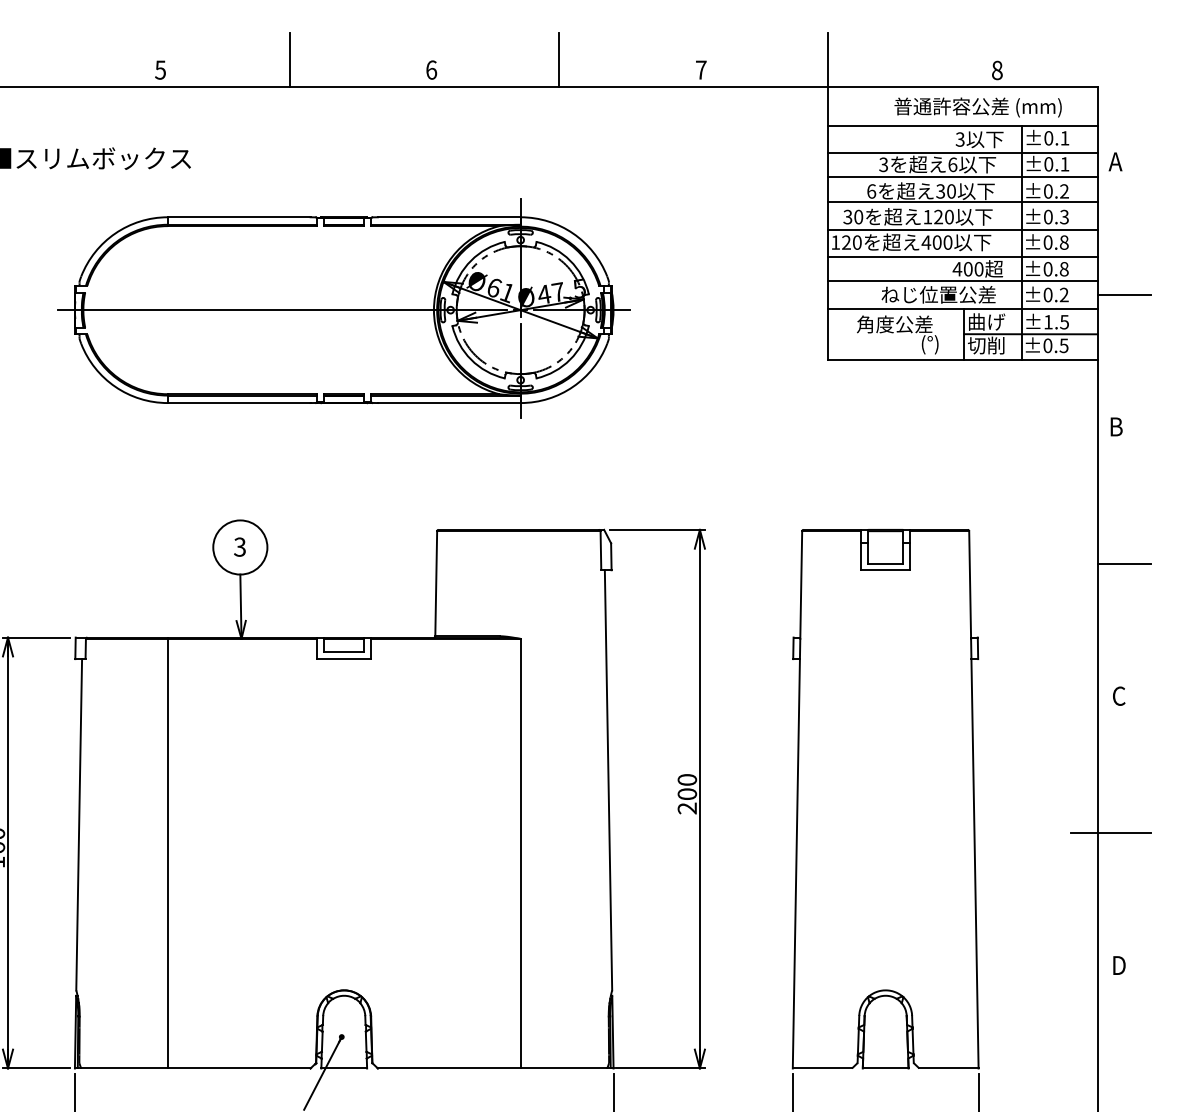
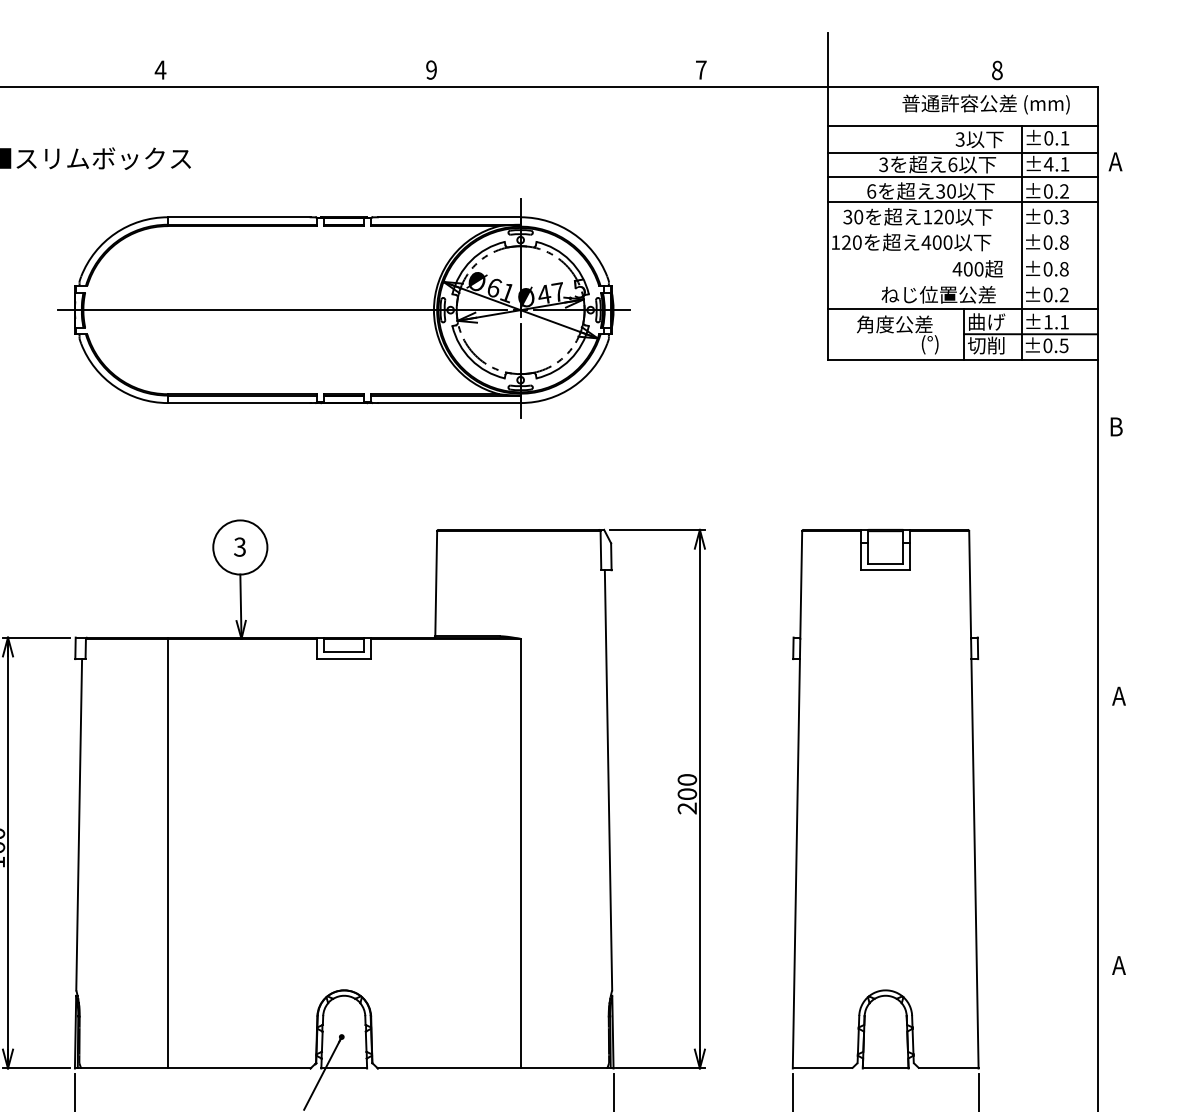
line at (289, 60): present -> none
line at (558, 60): present -> none
text at (160, 69): 5 -> 4
text at (431, 69): 6 -> 9
text at (977, 107) position: (977, 107) -> (985, 104)
text at (1048, 164): ±0.1 -> ±4.1
line at (962, 230): present -> none
line at (962, 256): present -> none
line at (962, 281): present -> none
line at (1124, 294): present -> none
text at (1064, 322): ±1.5 -> ±1.1
line at (1124, 563): present -> none
text at (1118, 695): C -> A
line at (1110, 833): present -> none
text at (1118, 965): D -> A
